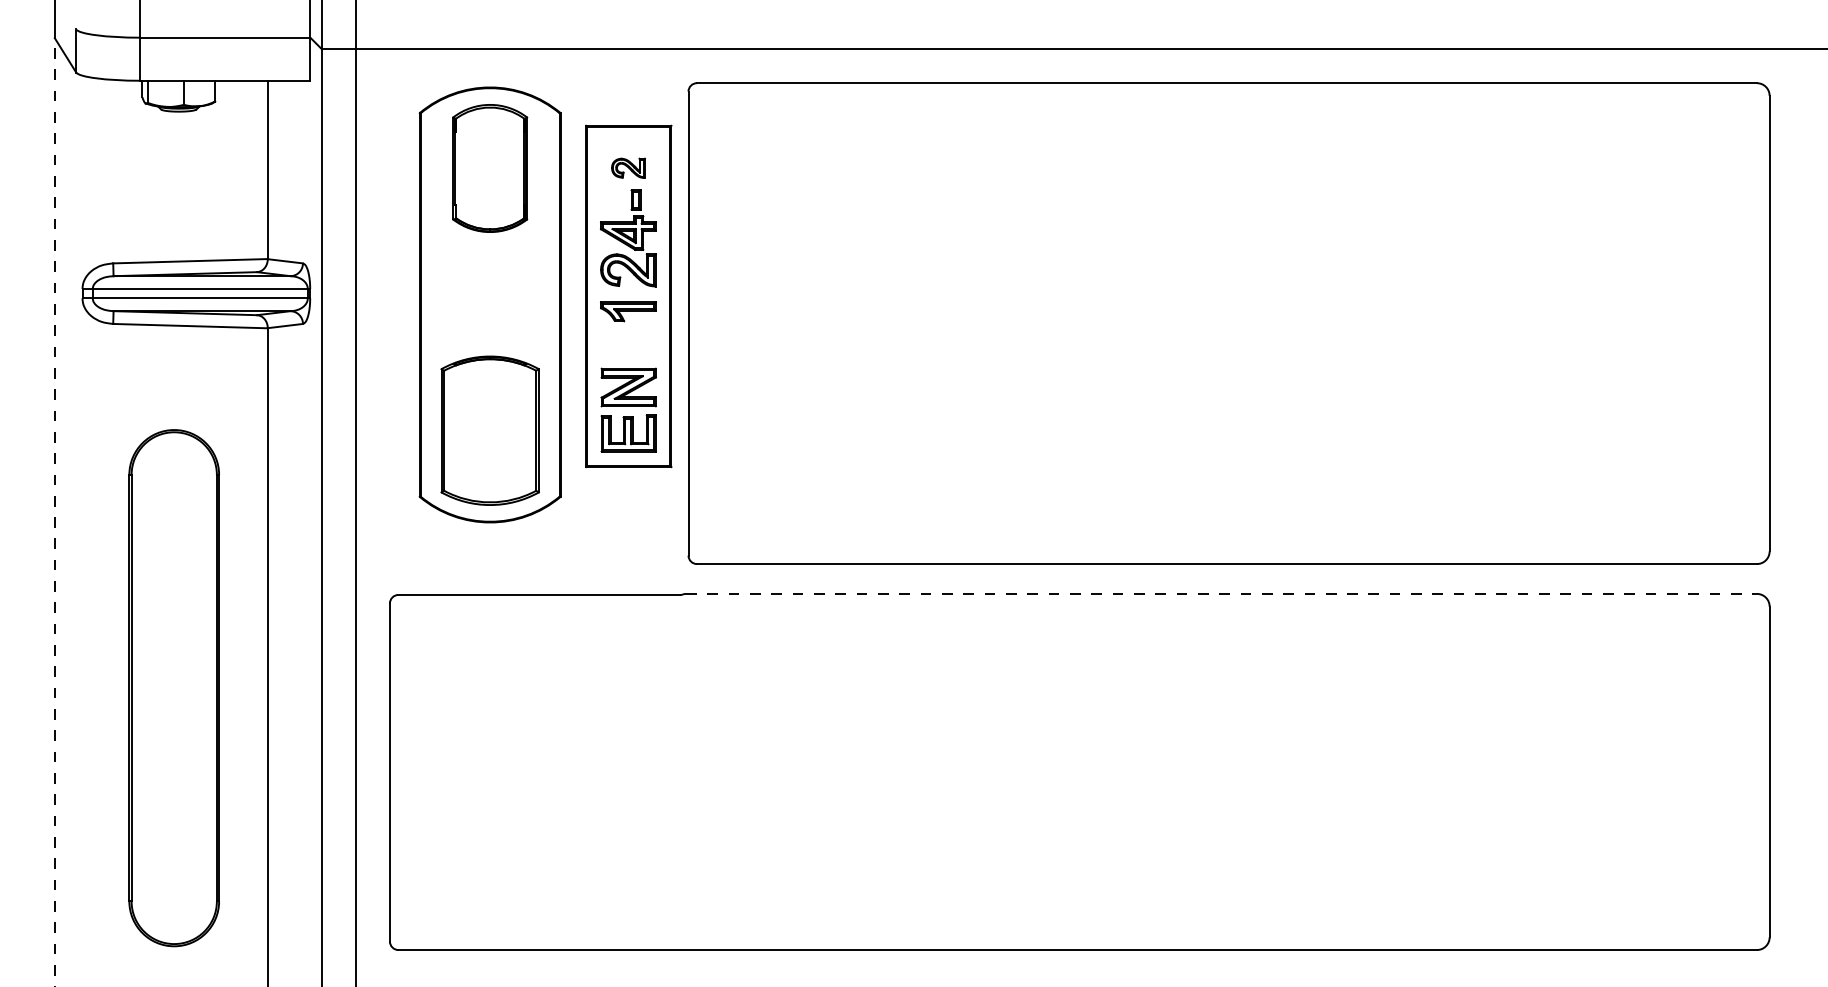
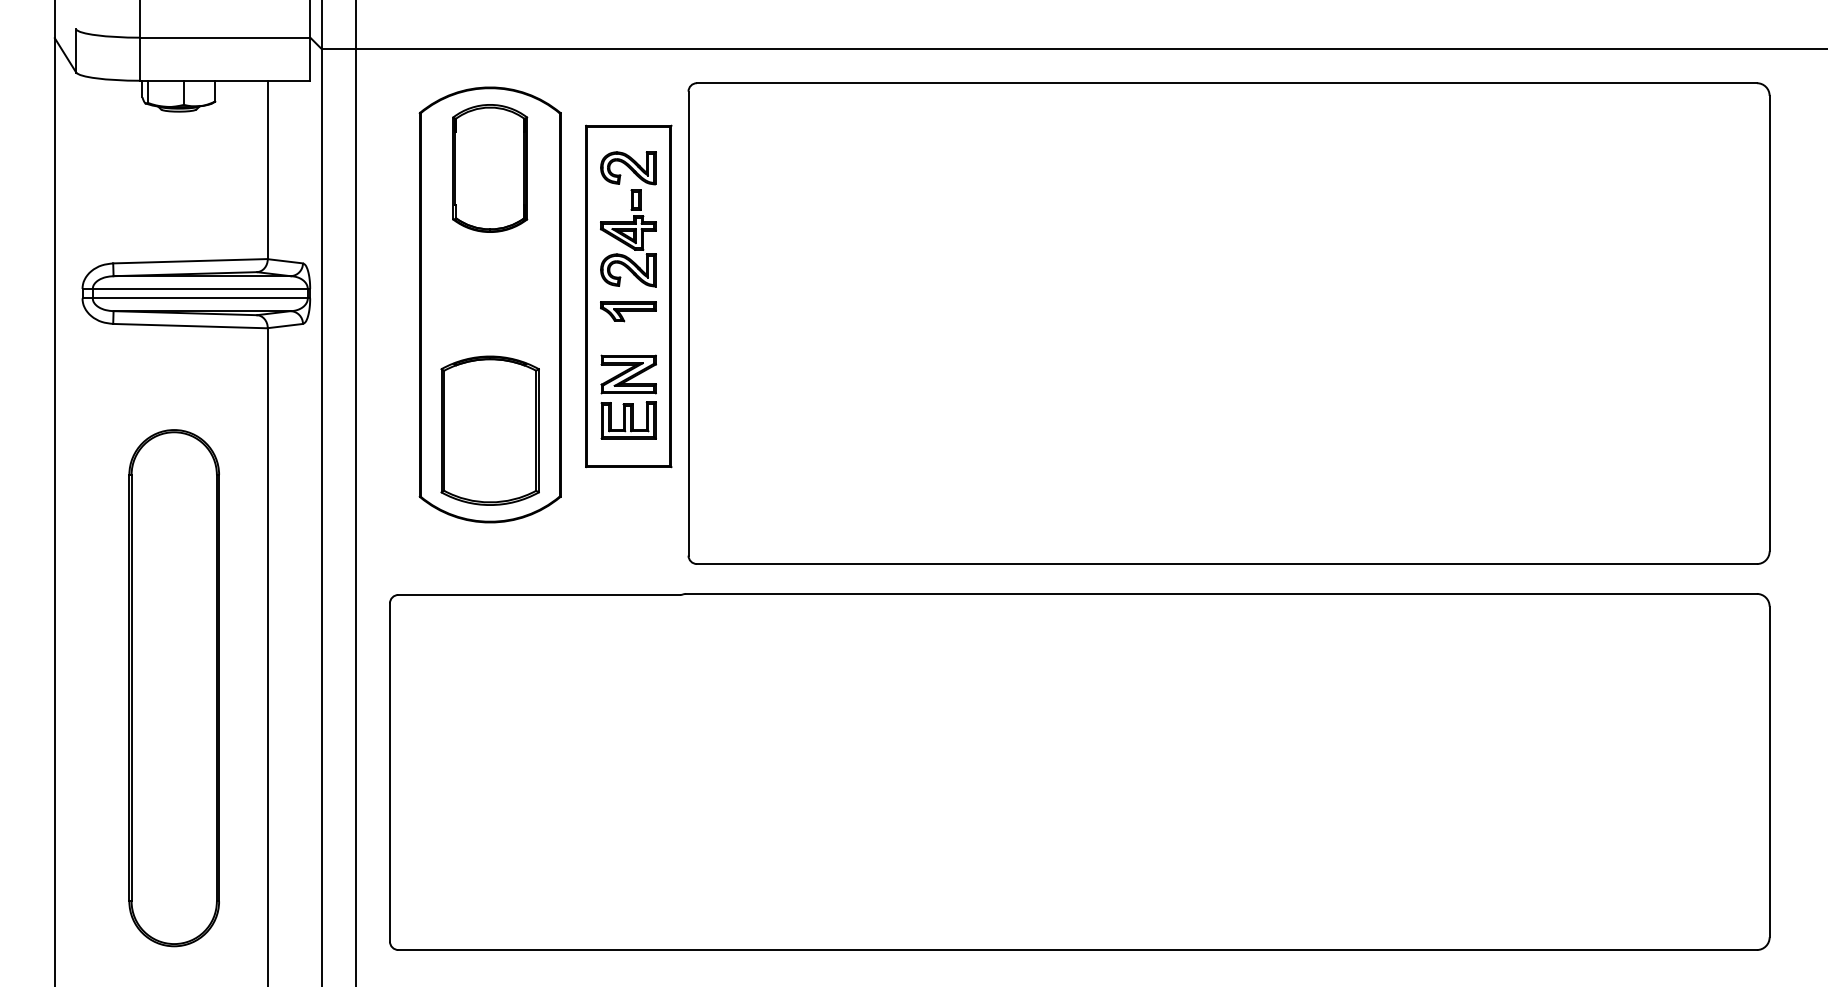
part at (628, 167) size: 35x22 px -> 57x35 px
part at (628, 409) position: (628, 409) -> (628, 396)
line at (54, 512): dashed -> solid
line at (1222, 593): dashed -> solid
